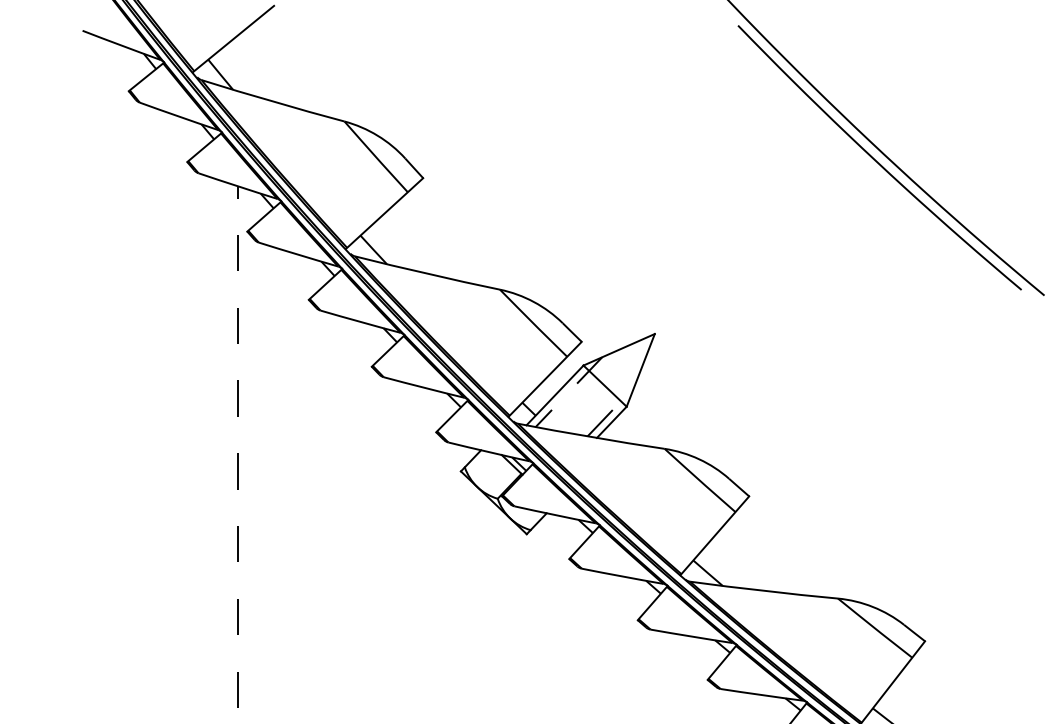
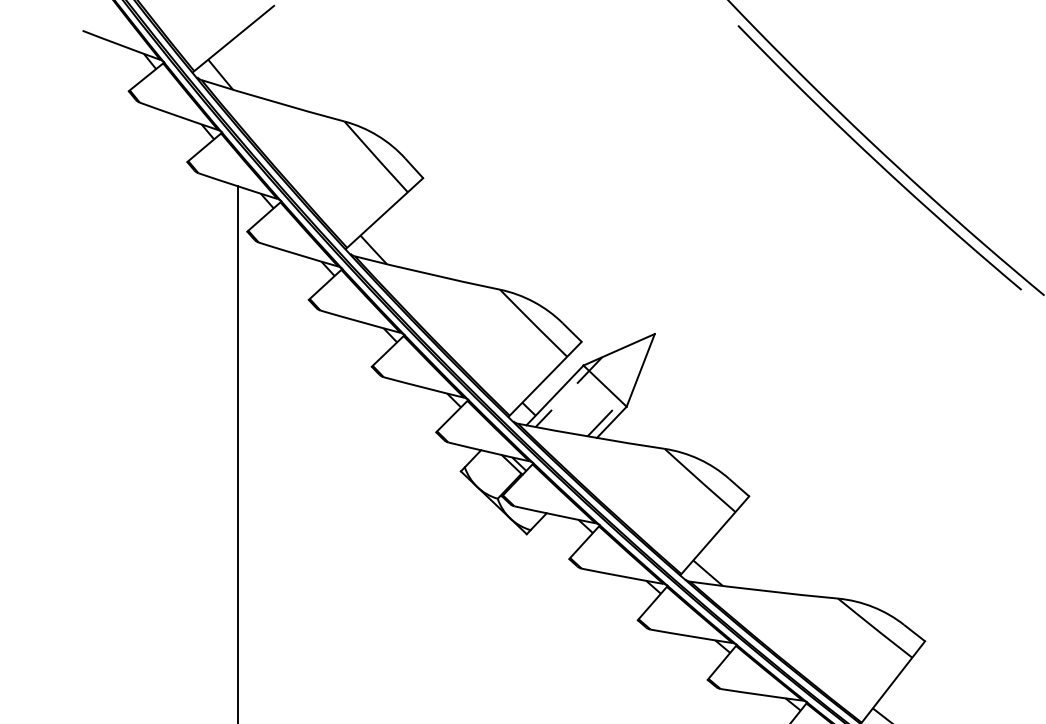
line at (238, 455): dashed -> solid
